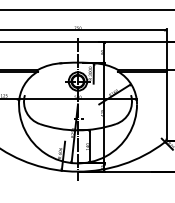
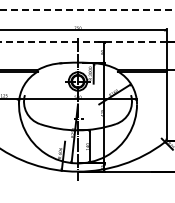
line at (87, 9): solid -> dashed
line at (82, 41): solid -> dashed
